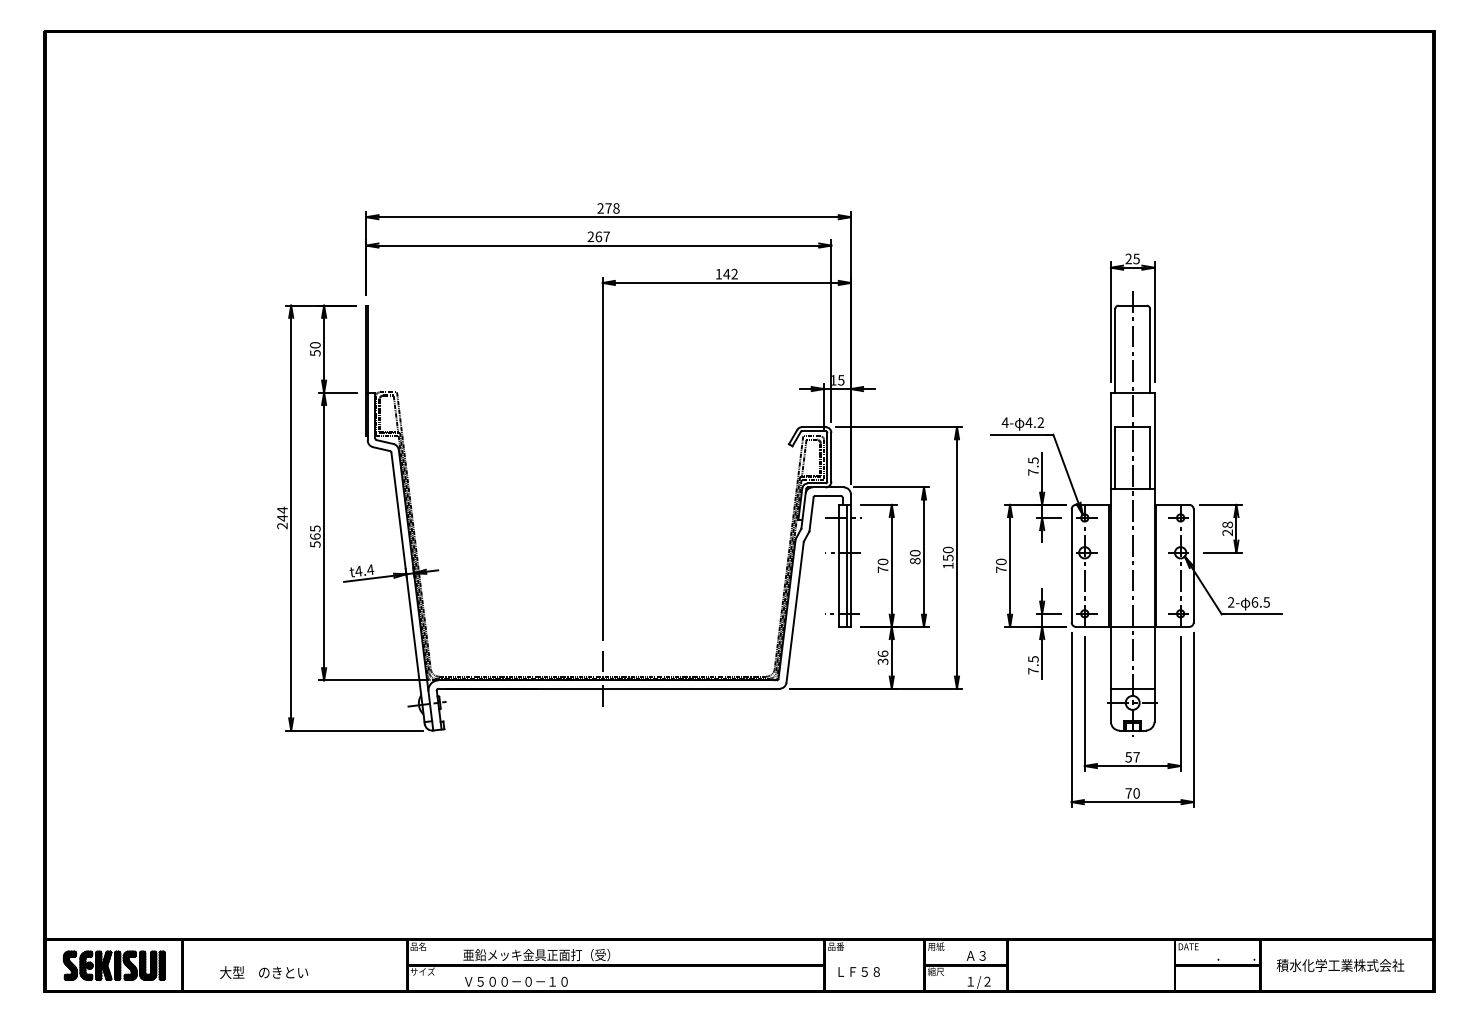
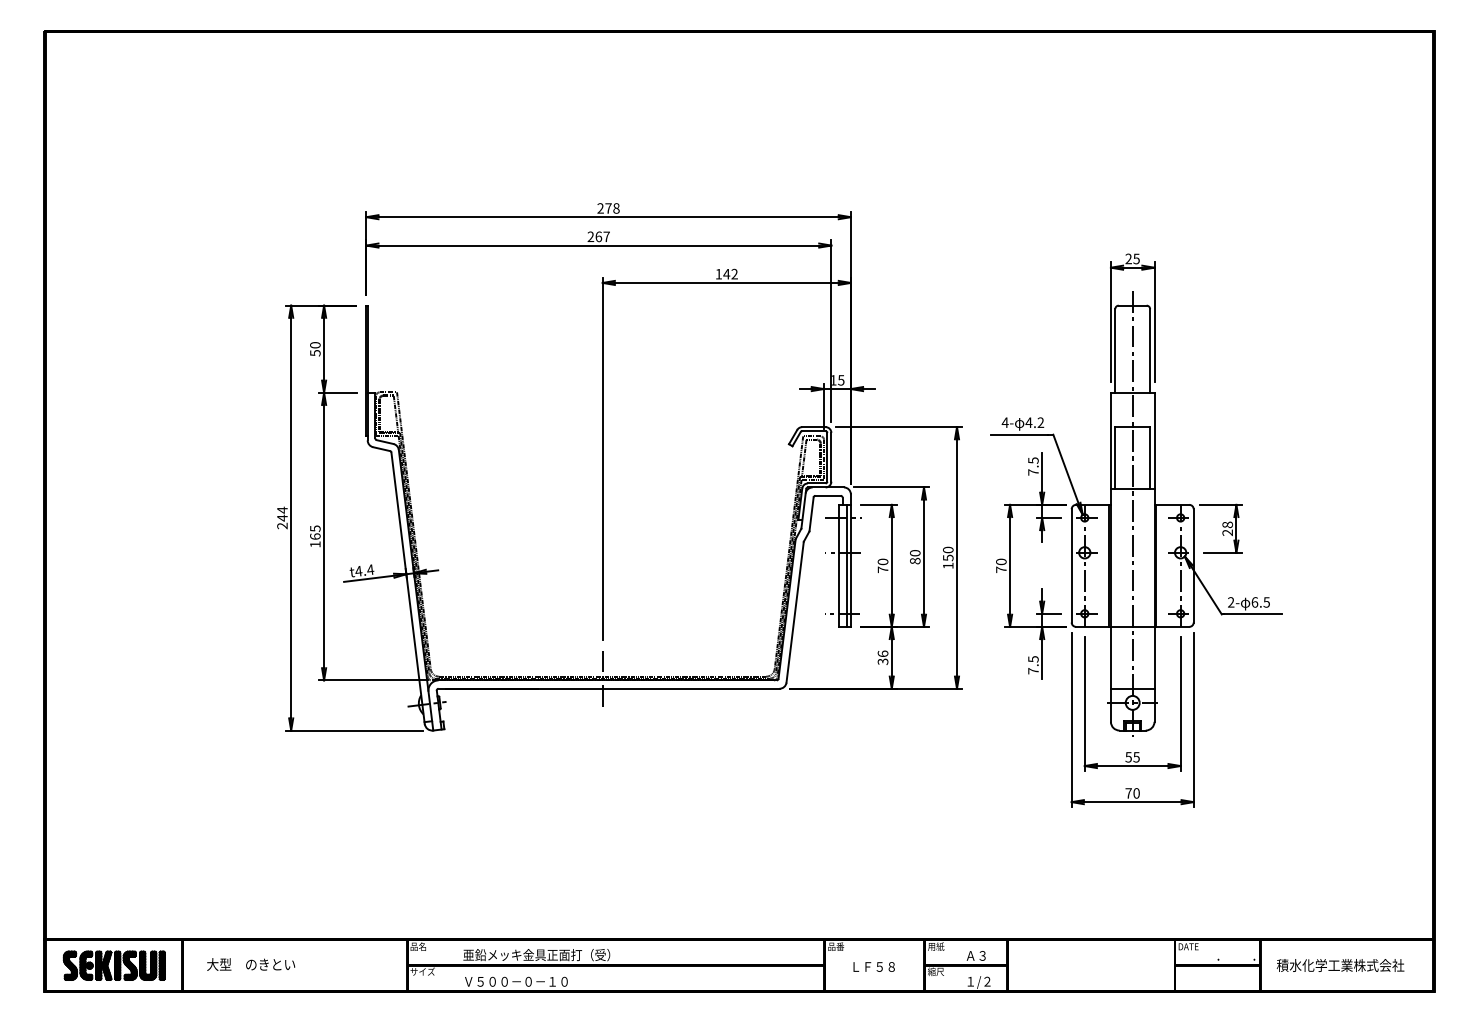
text at (315, 544): 565 -> 165
text at (1136, 757): 57 -> 55
text at (858, 971) position: (858, 971) -> (873, 966)
text at (264, 972) position: (264, 972) -> (251, 964)
